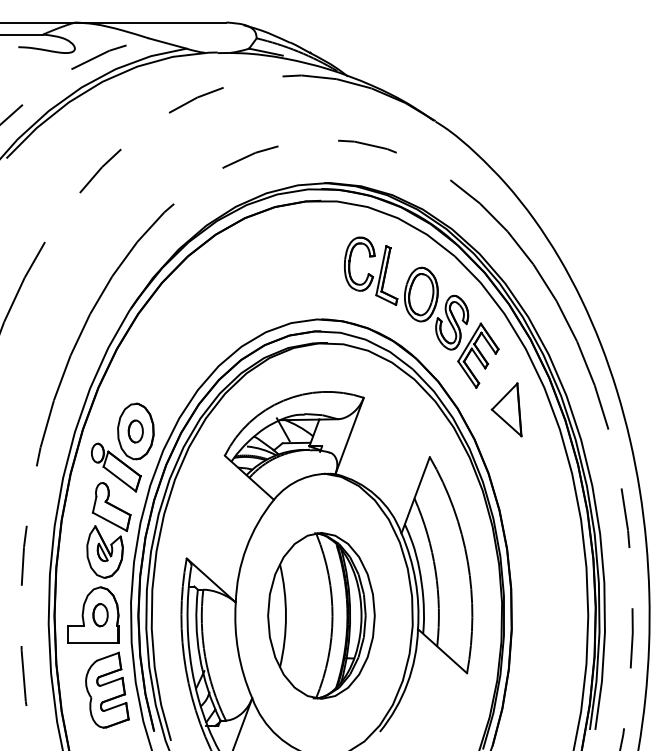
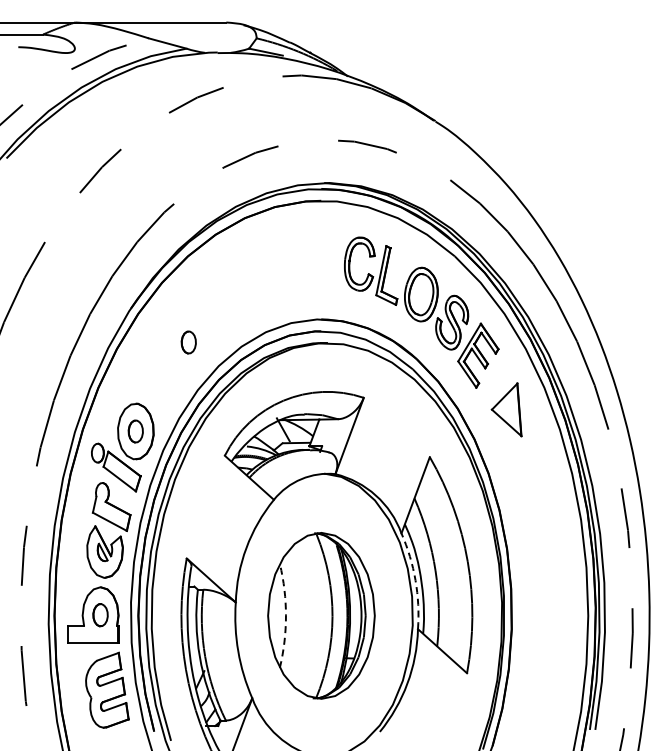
part at (188, 342): none -> present
arc at (415, 580): solid -> dashed
arc at (285, 615): solid -> dashed
